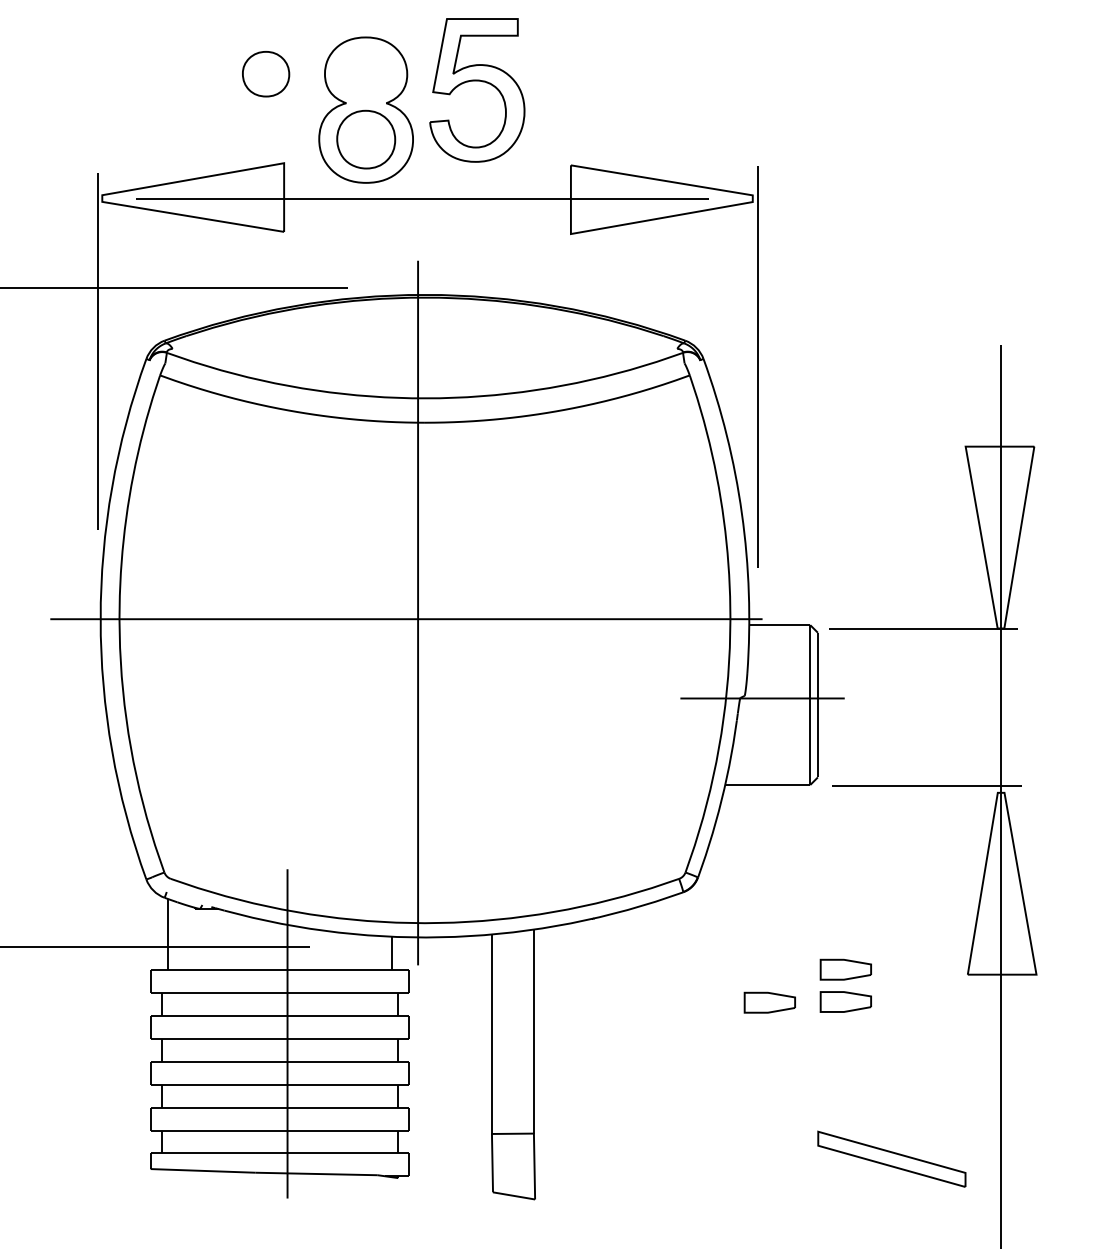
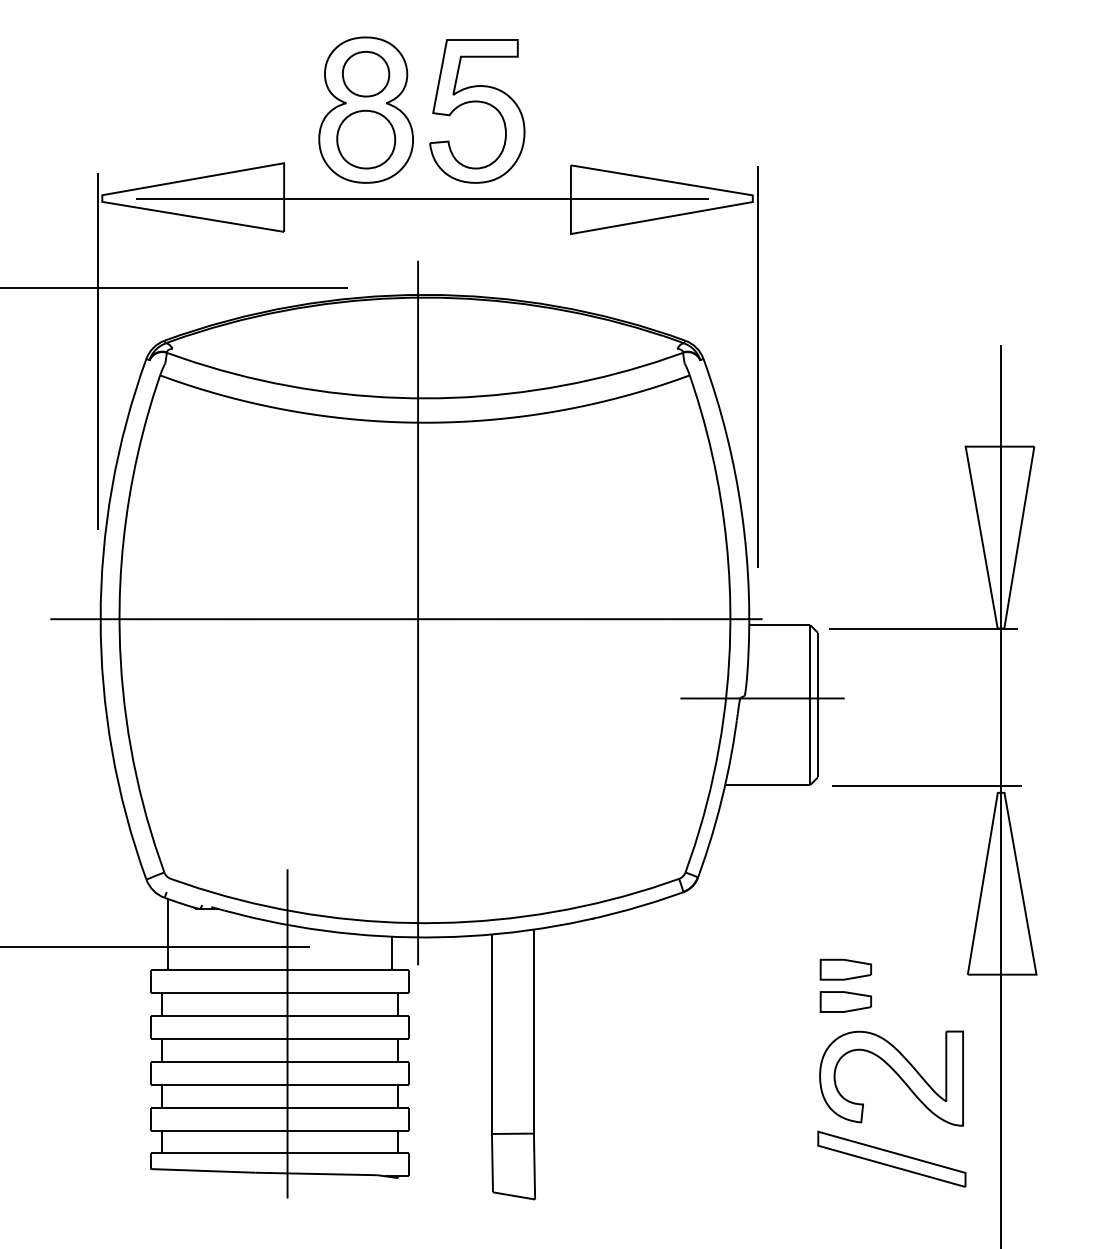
part at (266, 74) position: (266, 74) -> (366, 74)
part at (477, 81) position: (477, 81) -> (477, 102)
part at (769, 1002): present -> none
part at (895, 1073): none -> present
